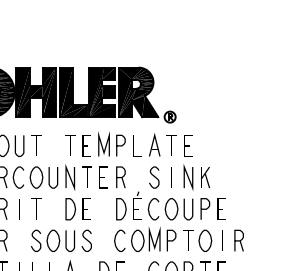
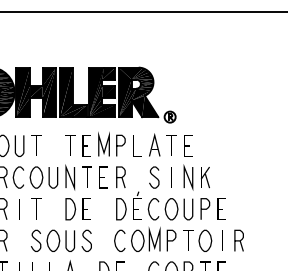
line at (143, 12): none -> present
